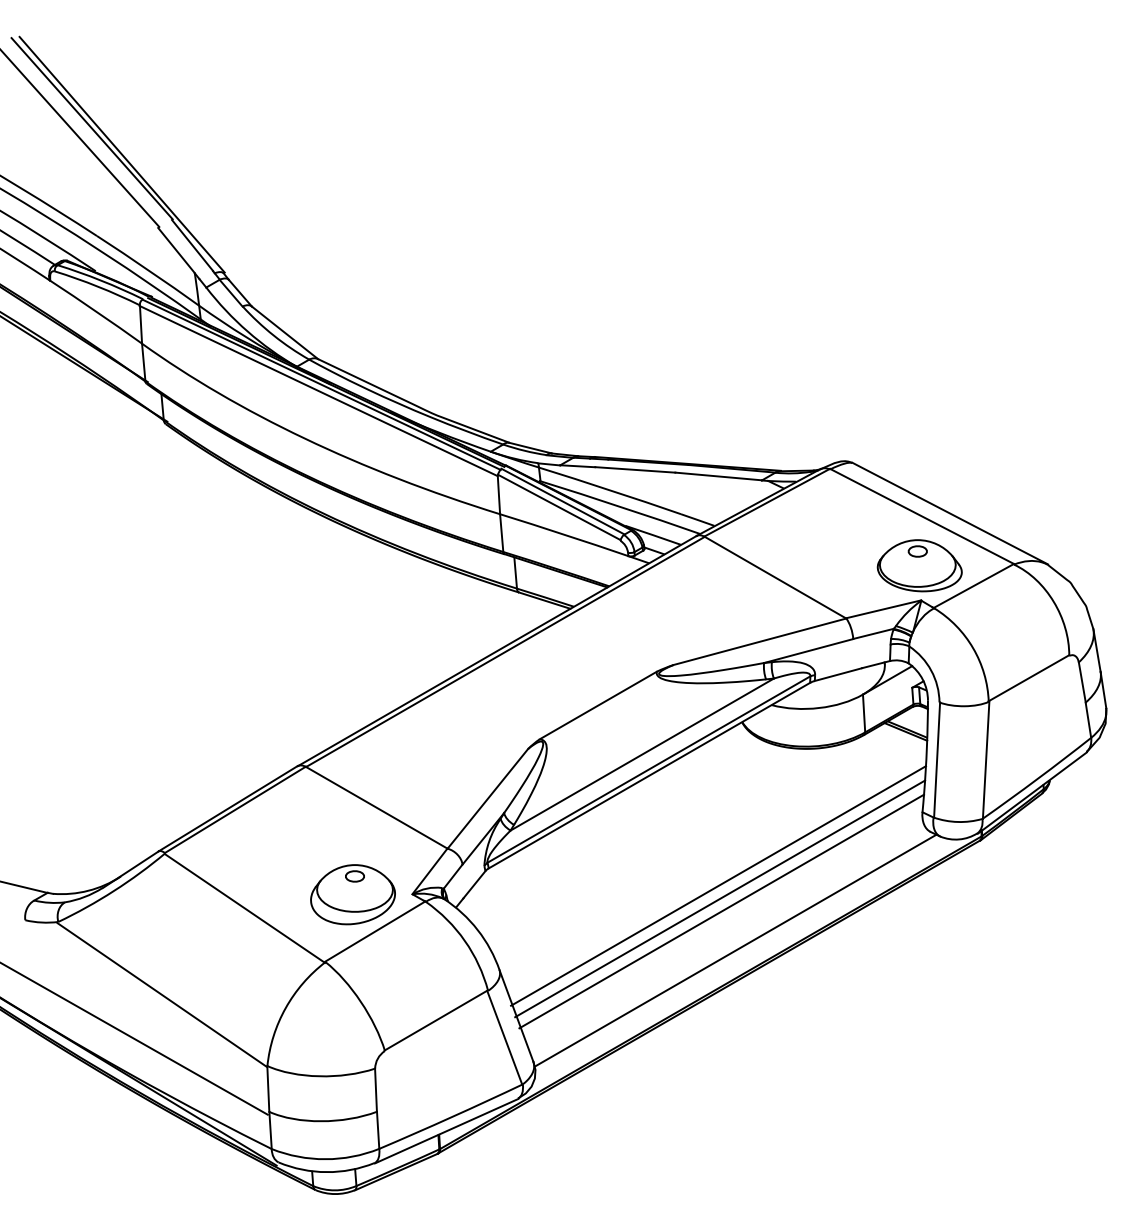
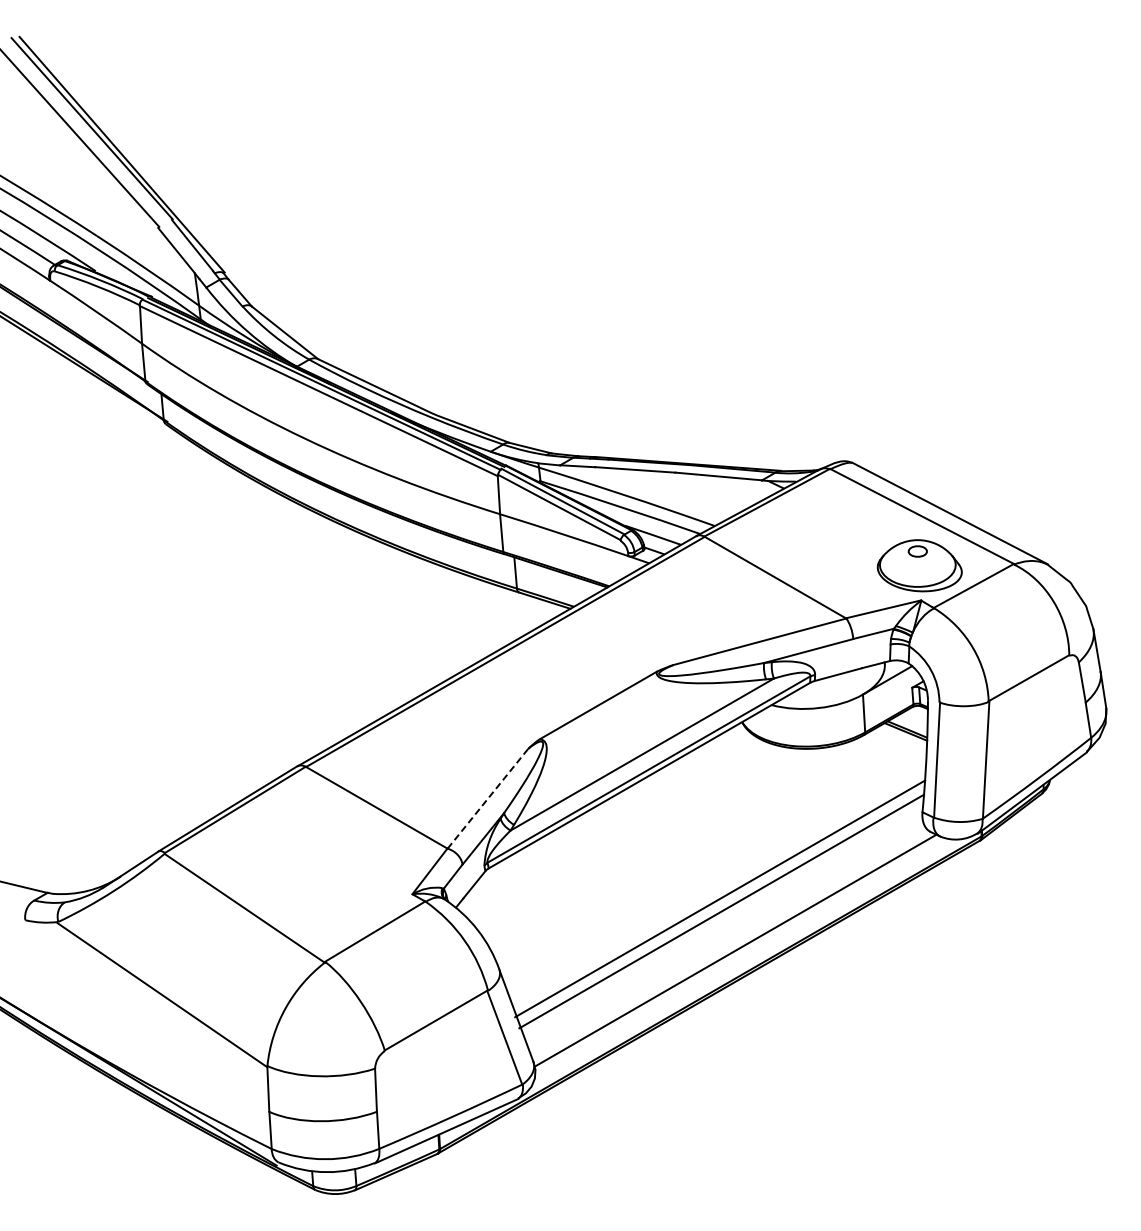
line at (488, 798): solid -> dashed
line at (718, 885): present -> none
part at (352, 894): present -> none
line at (134, 1038): present -> none
